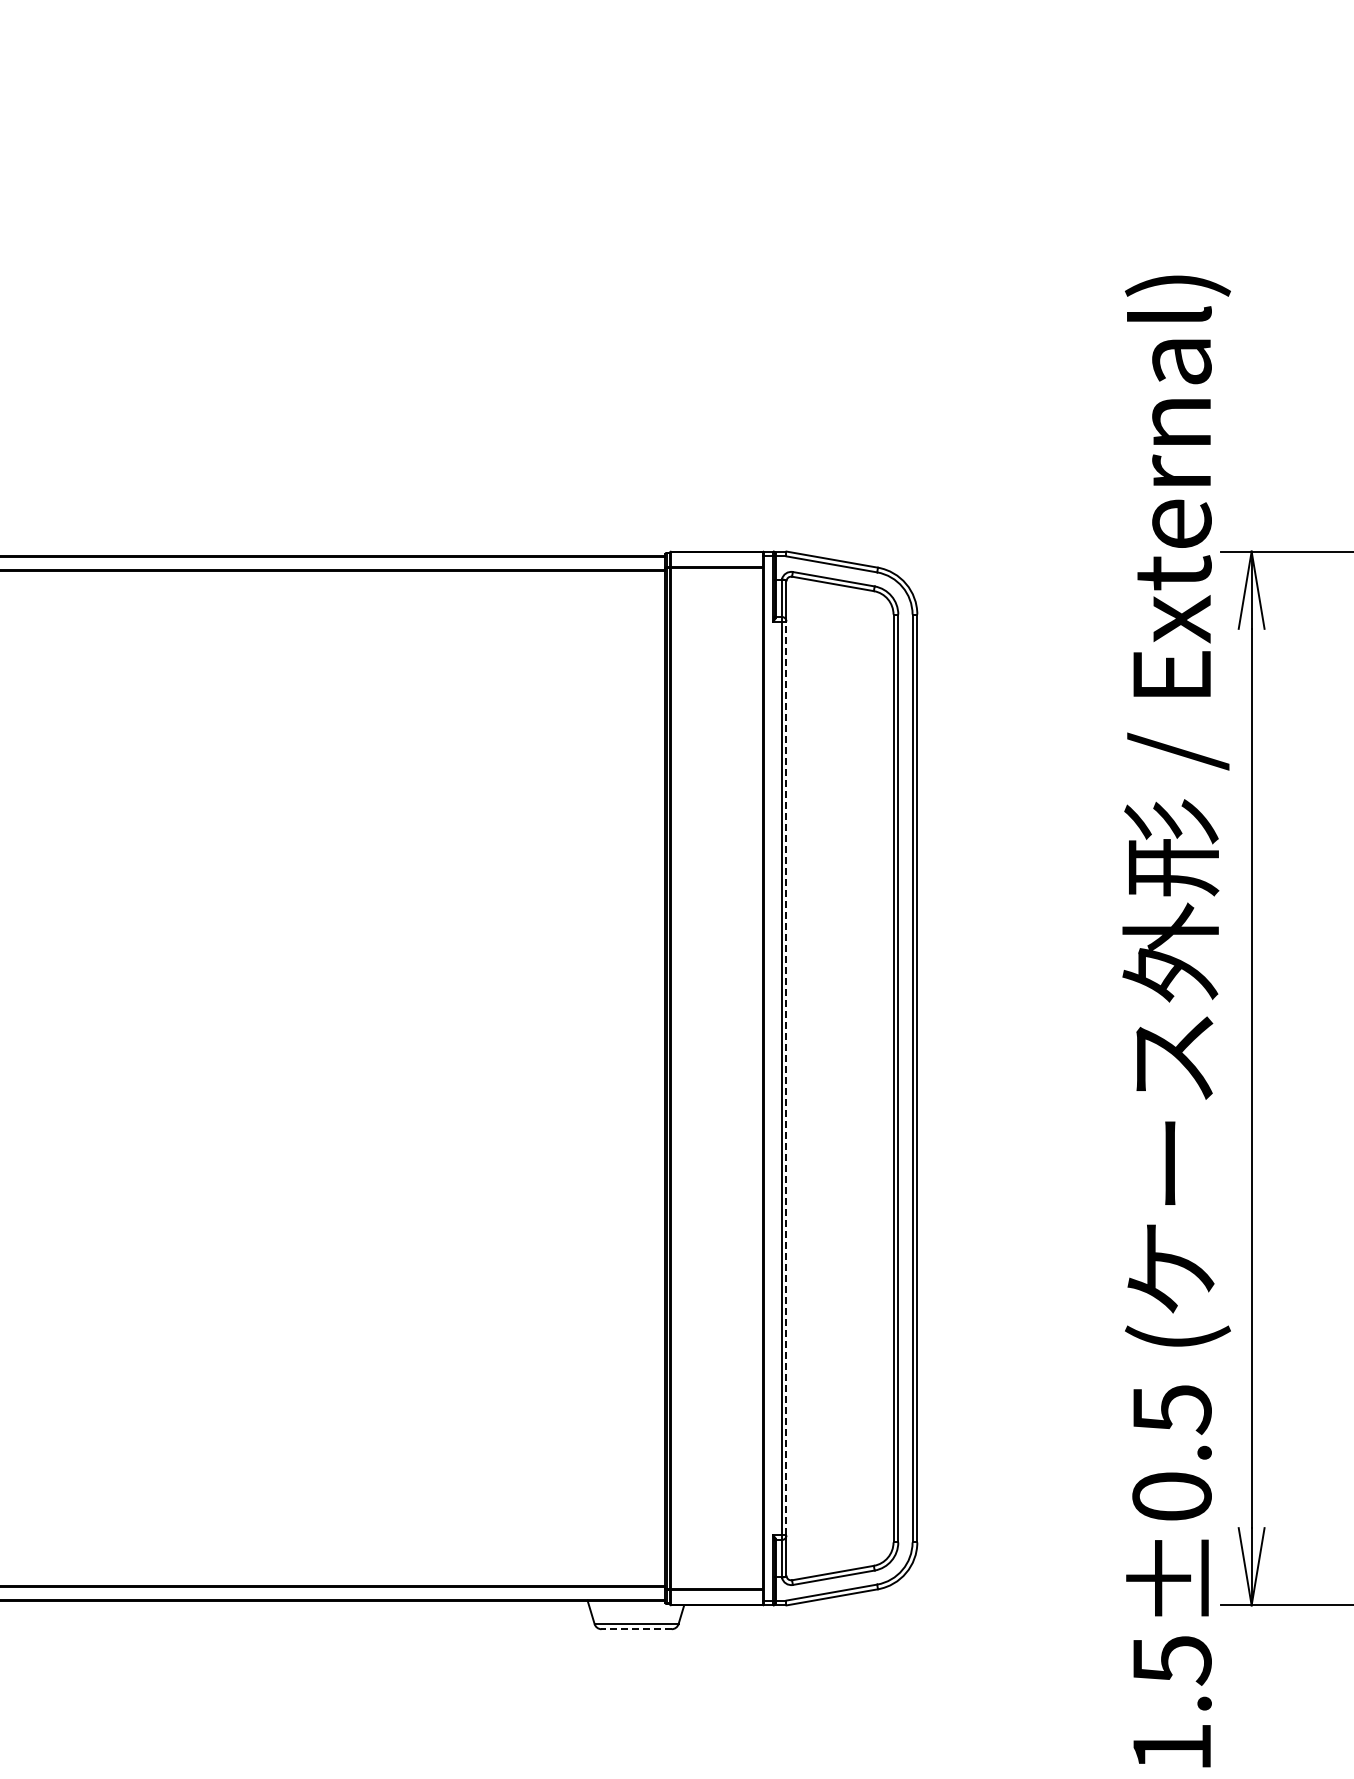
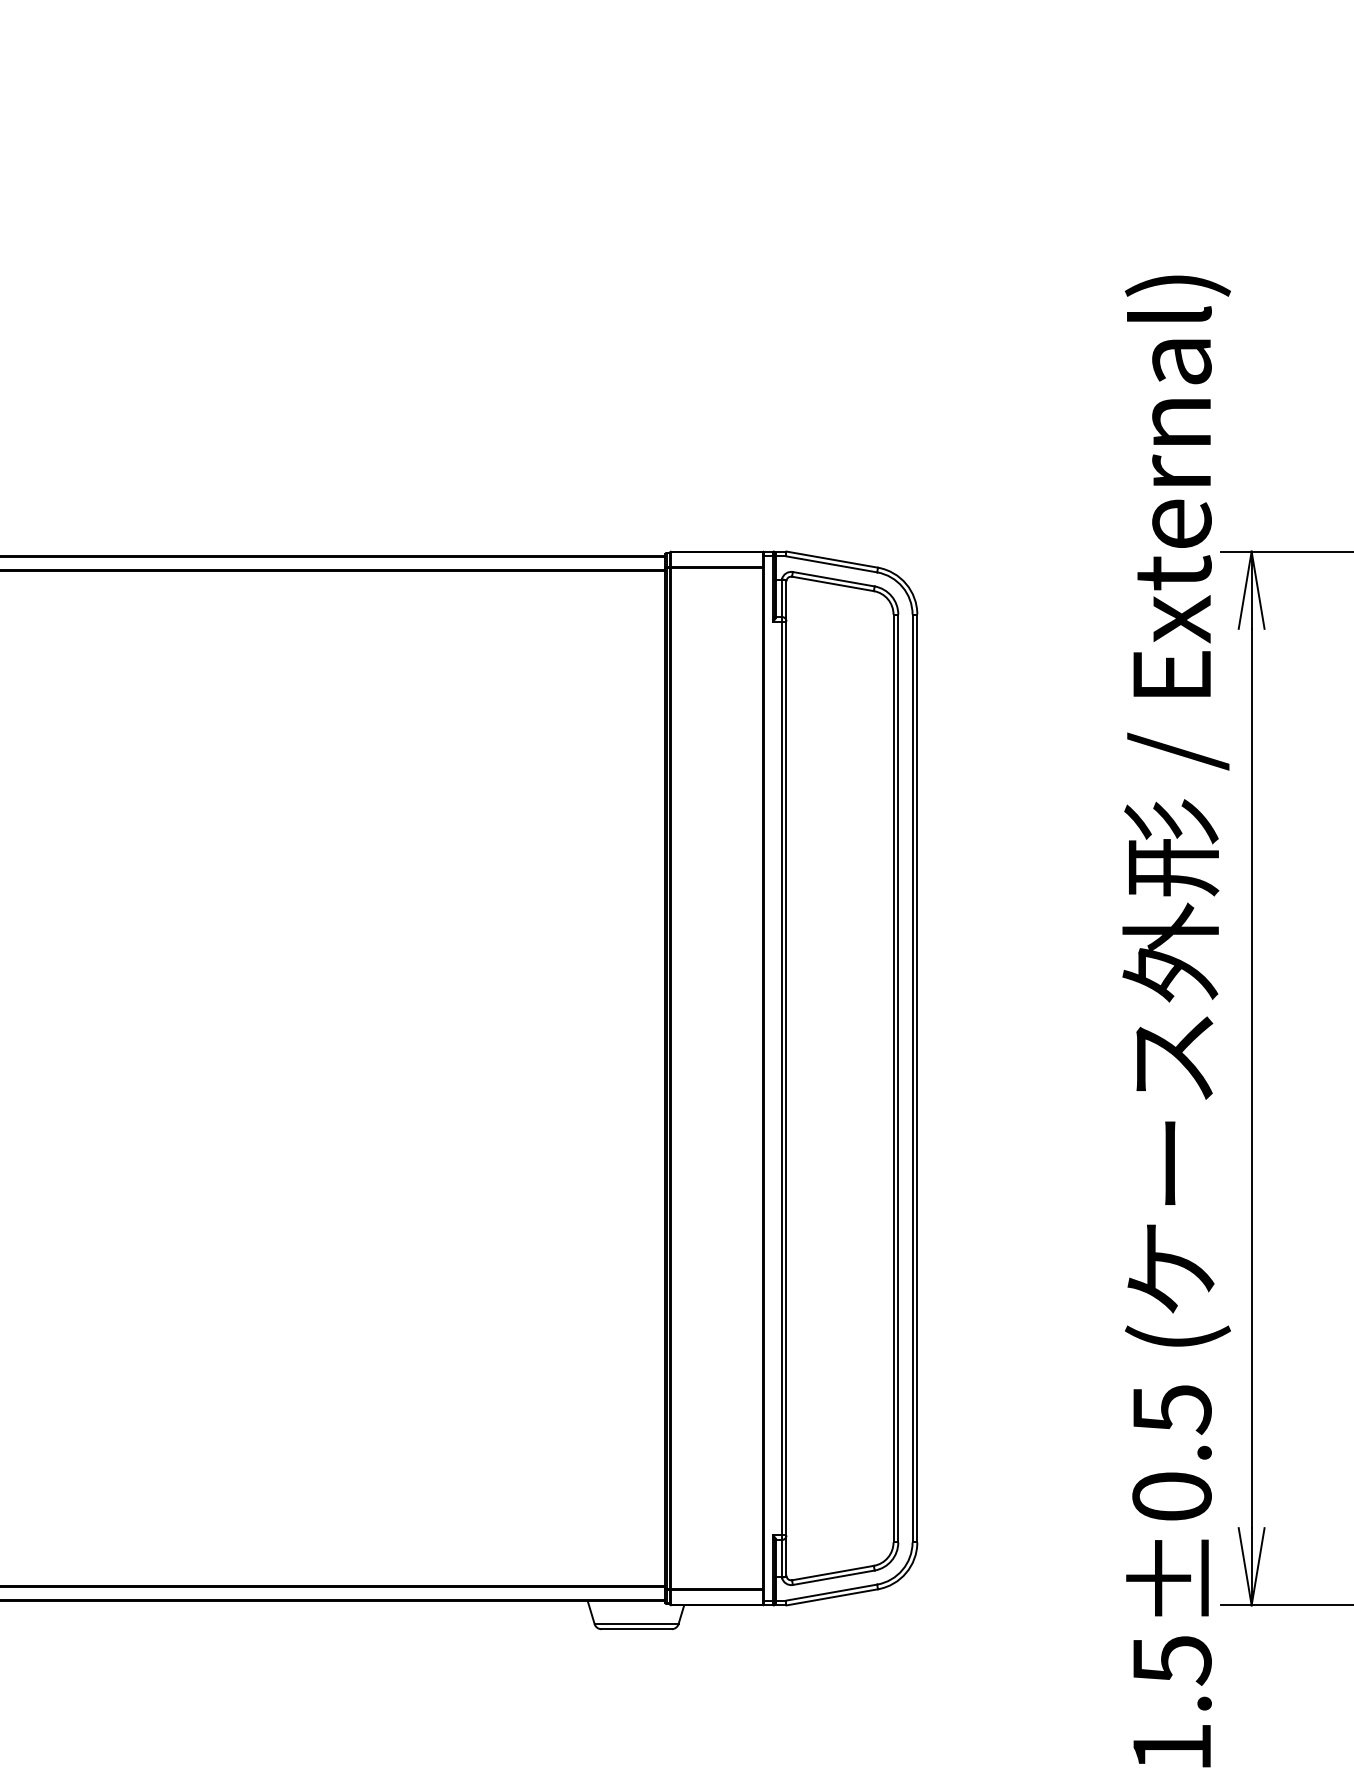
line at (786, 1078): dashed -> solid
line at (636, 1629): dashed -> solid
